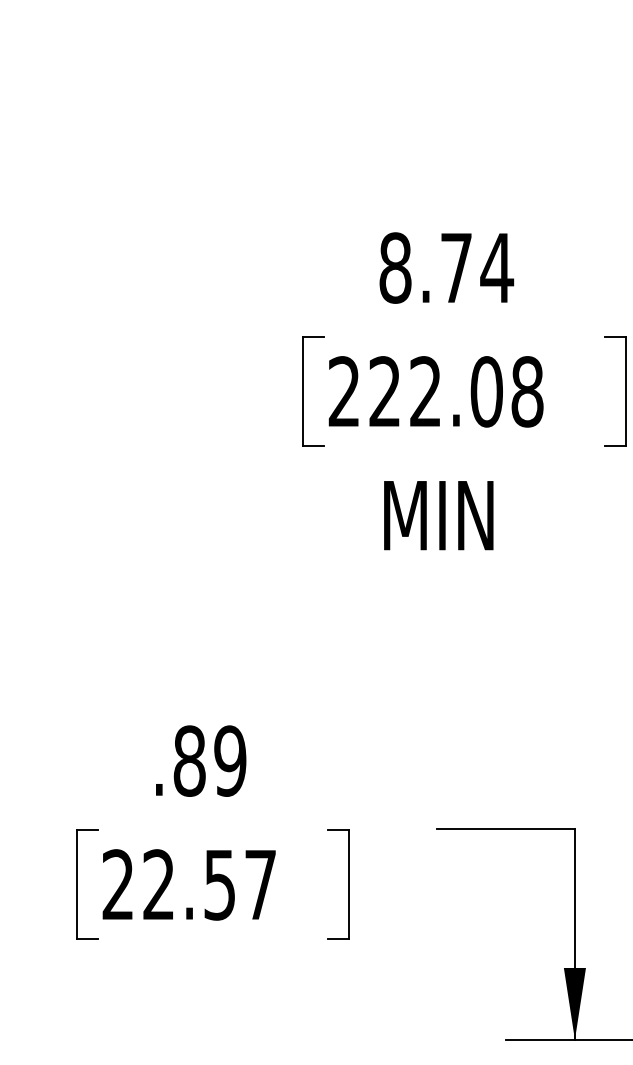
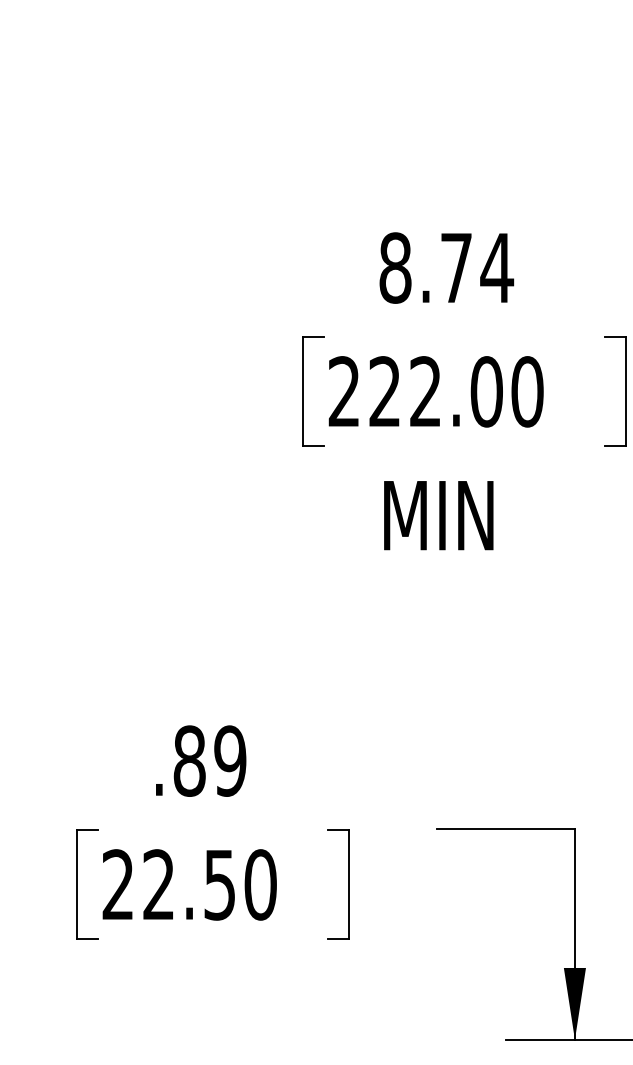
text at (527, 391): 222.08 -> 222.00
text at (260, 884): 22.57 -> 22.50
